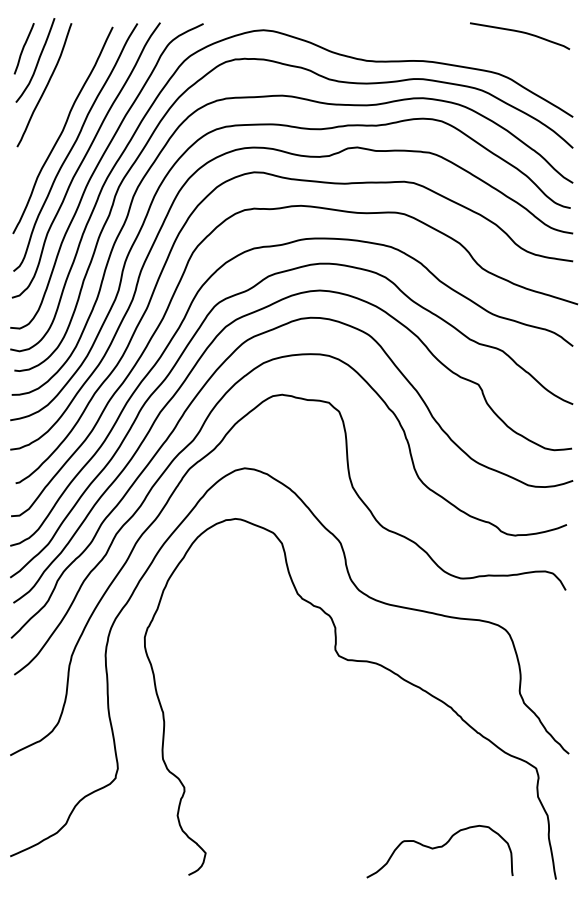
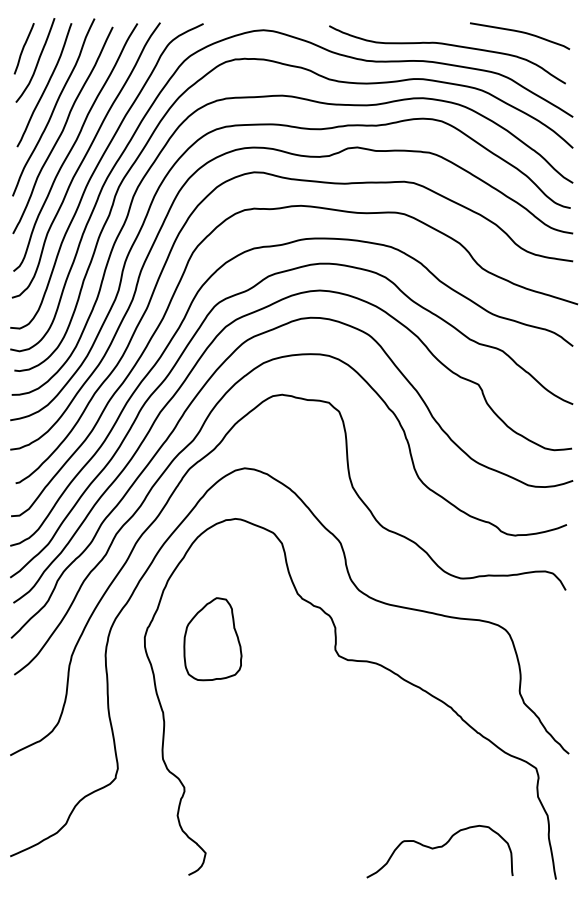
curve at (447, 45): none -> present
curve at (53, 107): none -> present
part at (212, 639): none -> present
